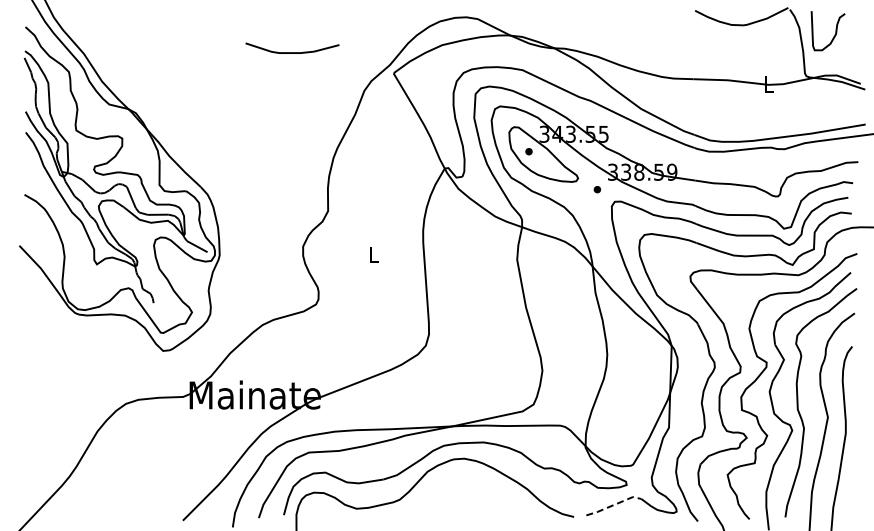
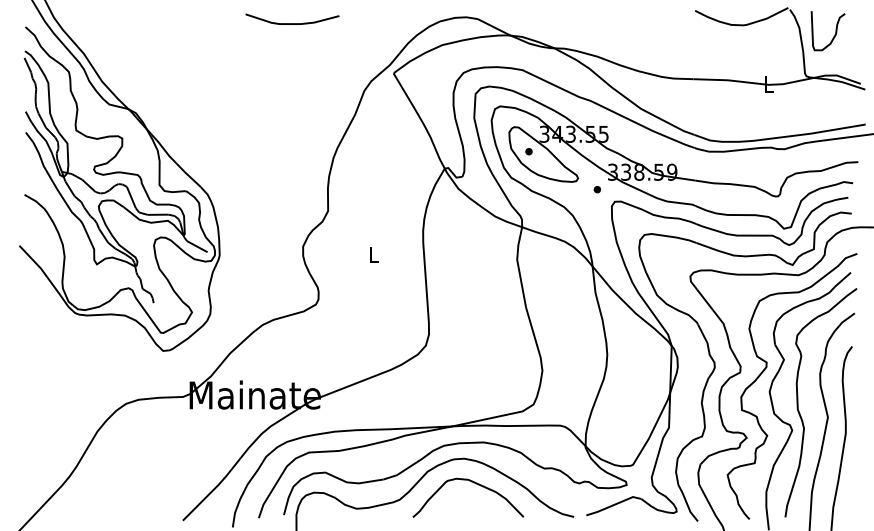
curve at (292, 52) position: (292, 52) -> (292, 23)
curve at (473, 483): none -> present
line at (614, 504): dashed -> solid
